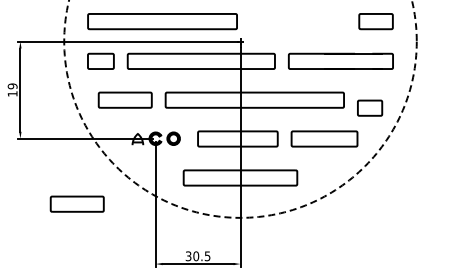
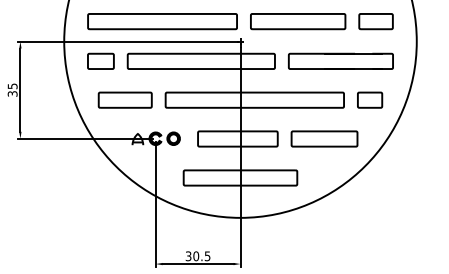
part at (298, 21): none -> present
text at (12, 89): 19 -> 35
part at (370, 107) position: (370, 107) -> (370, 99)
circle at (240, 108): dashed -> solid
part at (76, 203): present -> none
